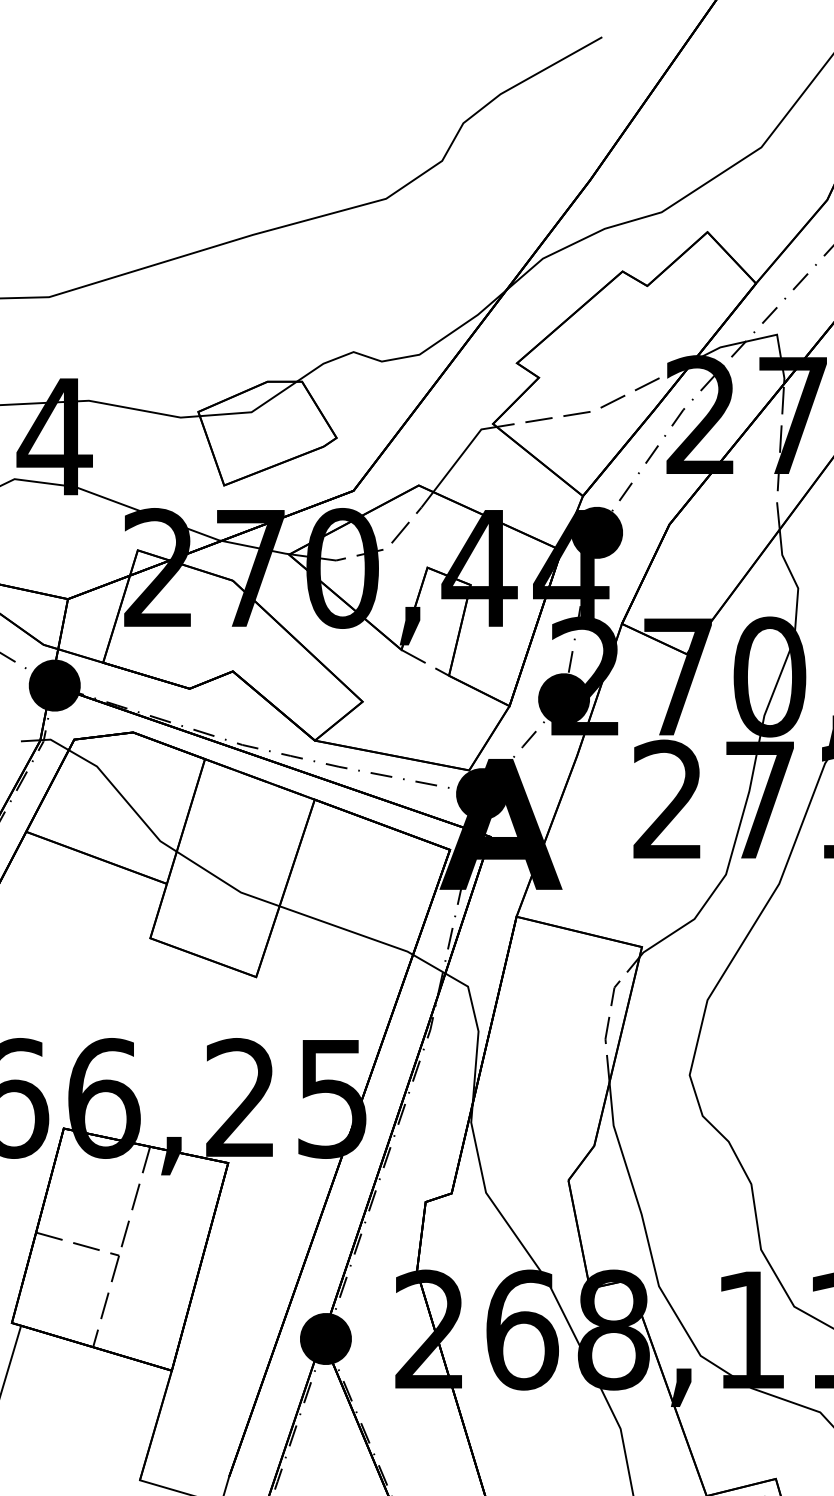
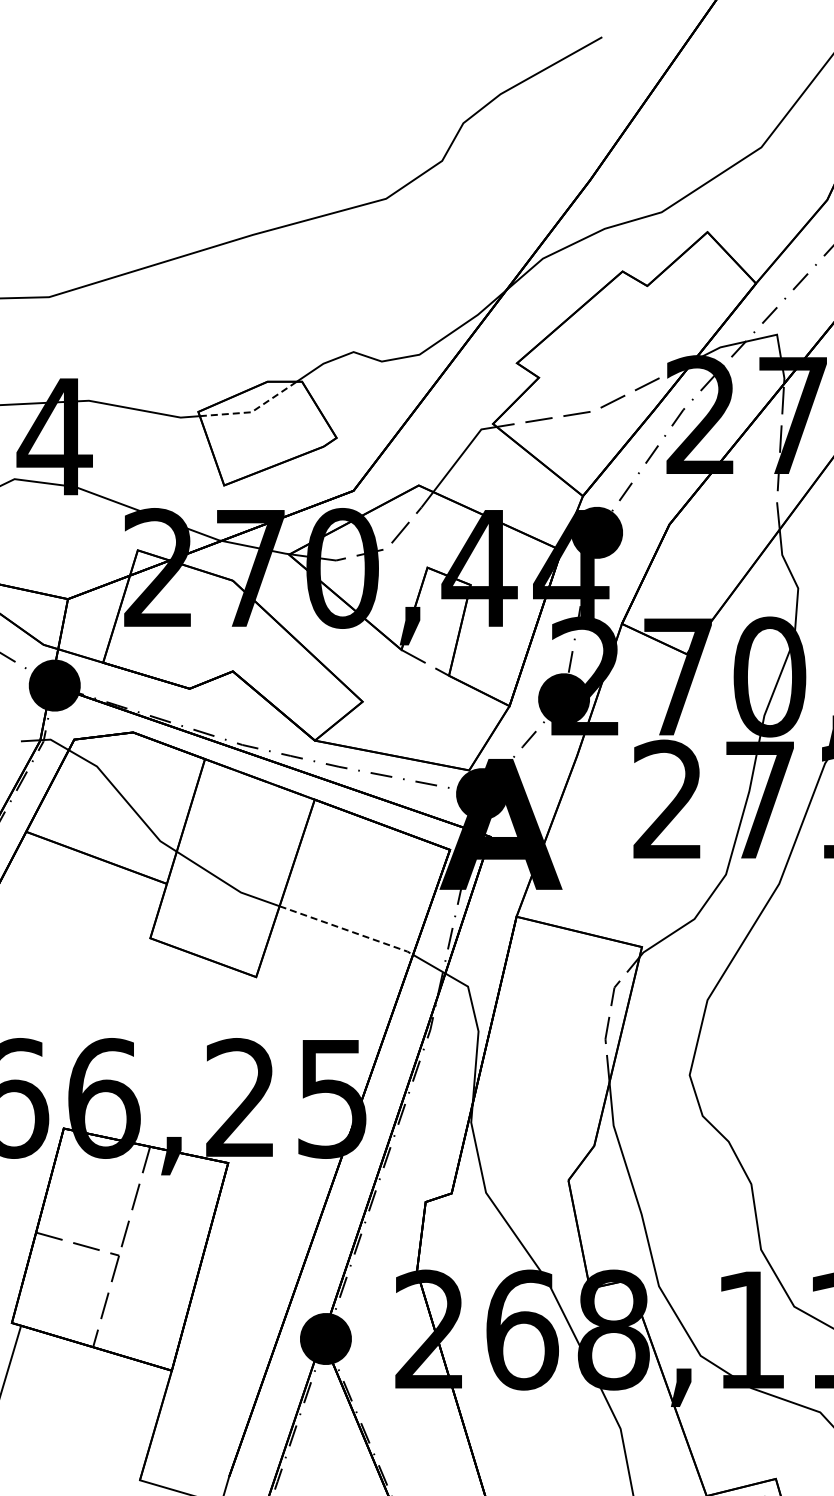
line at (252, 411): solid -> dashed
line at (347, 930): solid -> dashed
